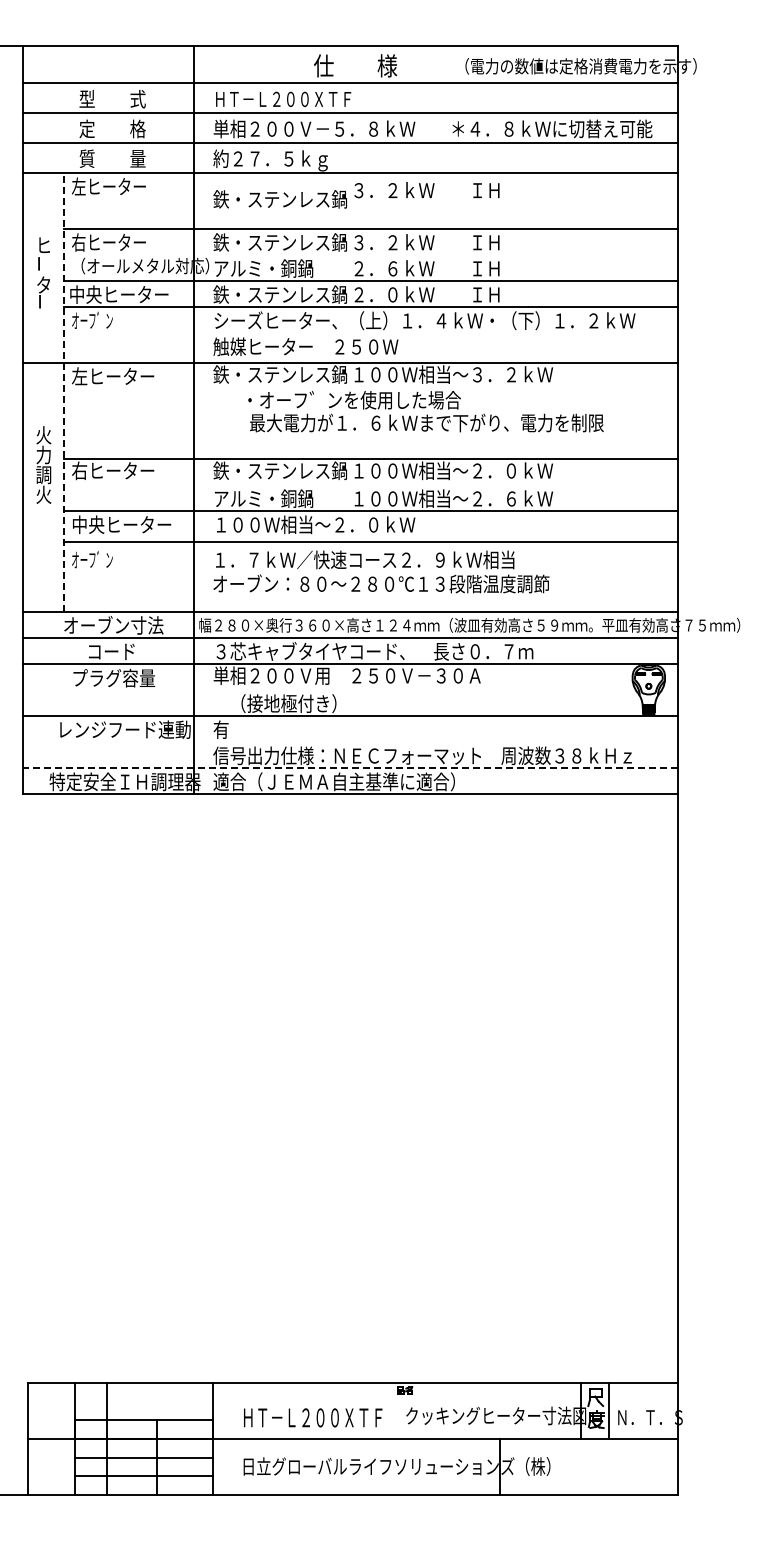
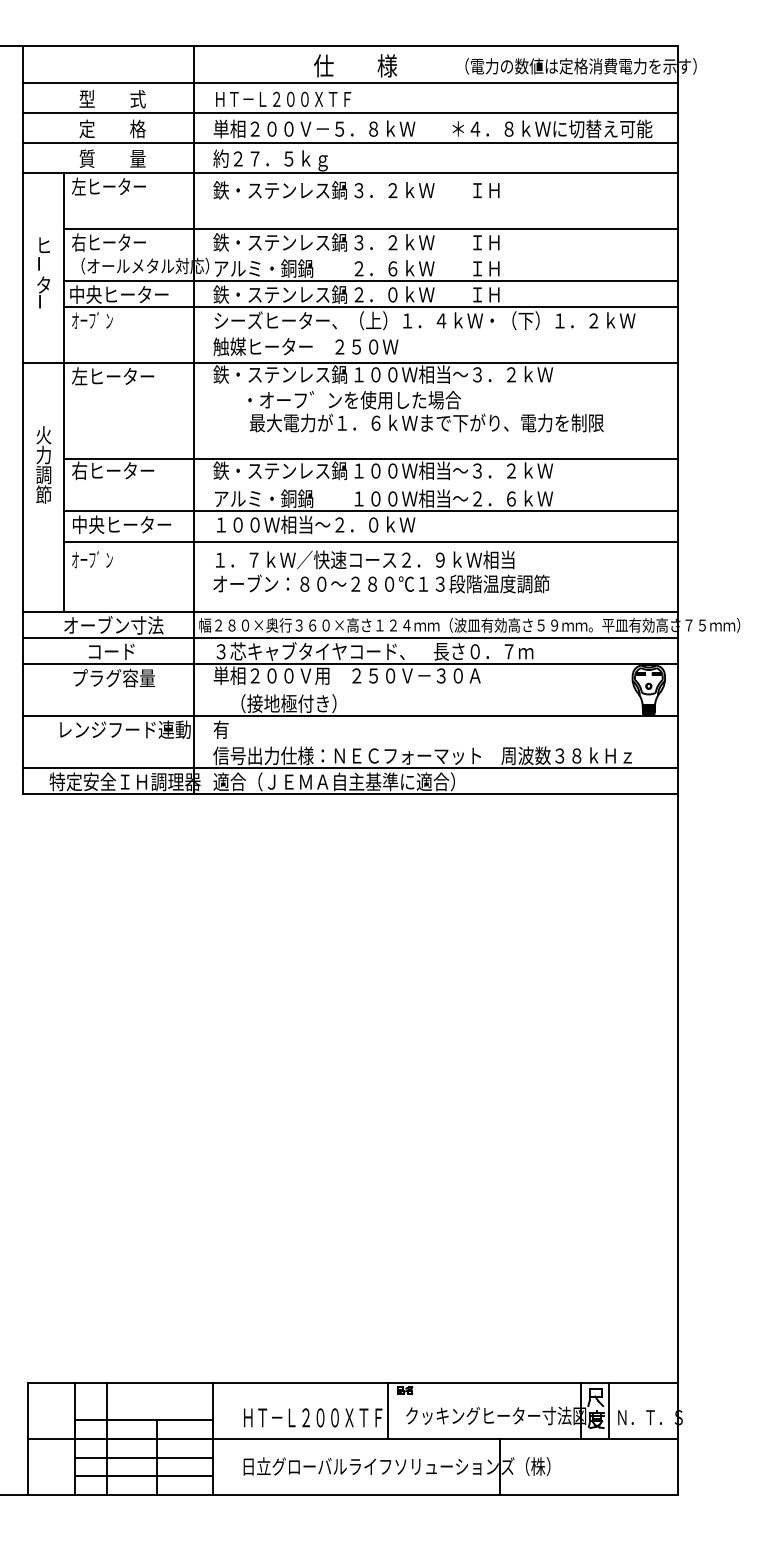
text at (279, 199) position: (279, 199) -> (279, 190)
line at (63, 391): dashed -> solid
text at (494, 470): １００Ｗ相当～２．０ｋＷ -> １００Ｗ相当～３．２ｋＷ
text at (43, 494): 火 -> 節
line at (350, 768): dashed -> solid
line at (387, 1410): none -> present
